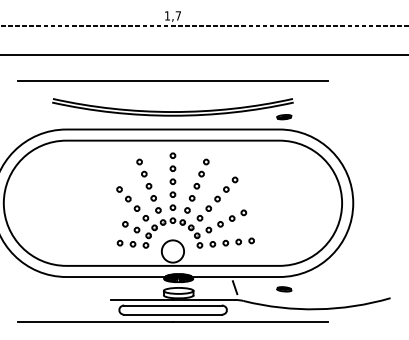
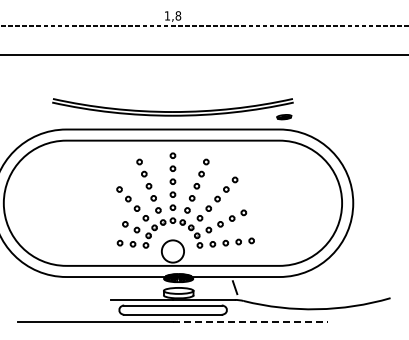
text at (178, 15): 1,7 -> 1,8
line at (172, 81): present -> none
part at (284, 289): present -> none
line at (250, 322): solid -> dashed
